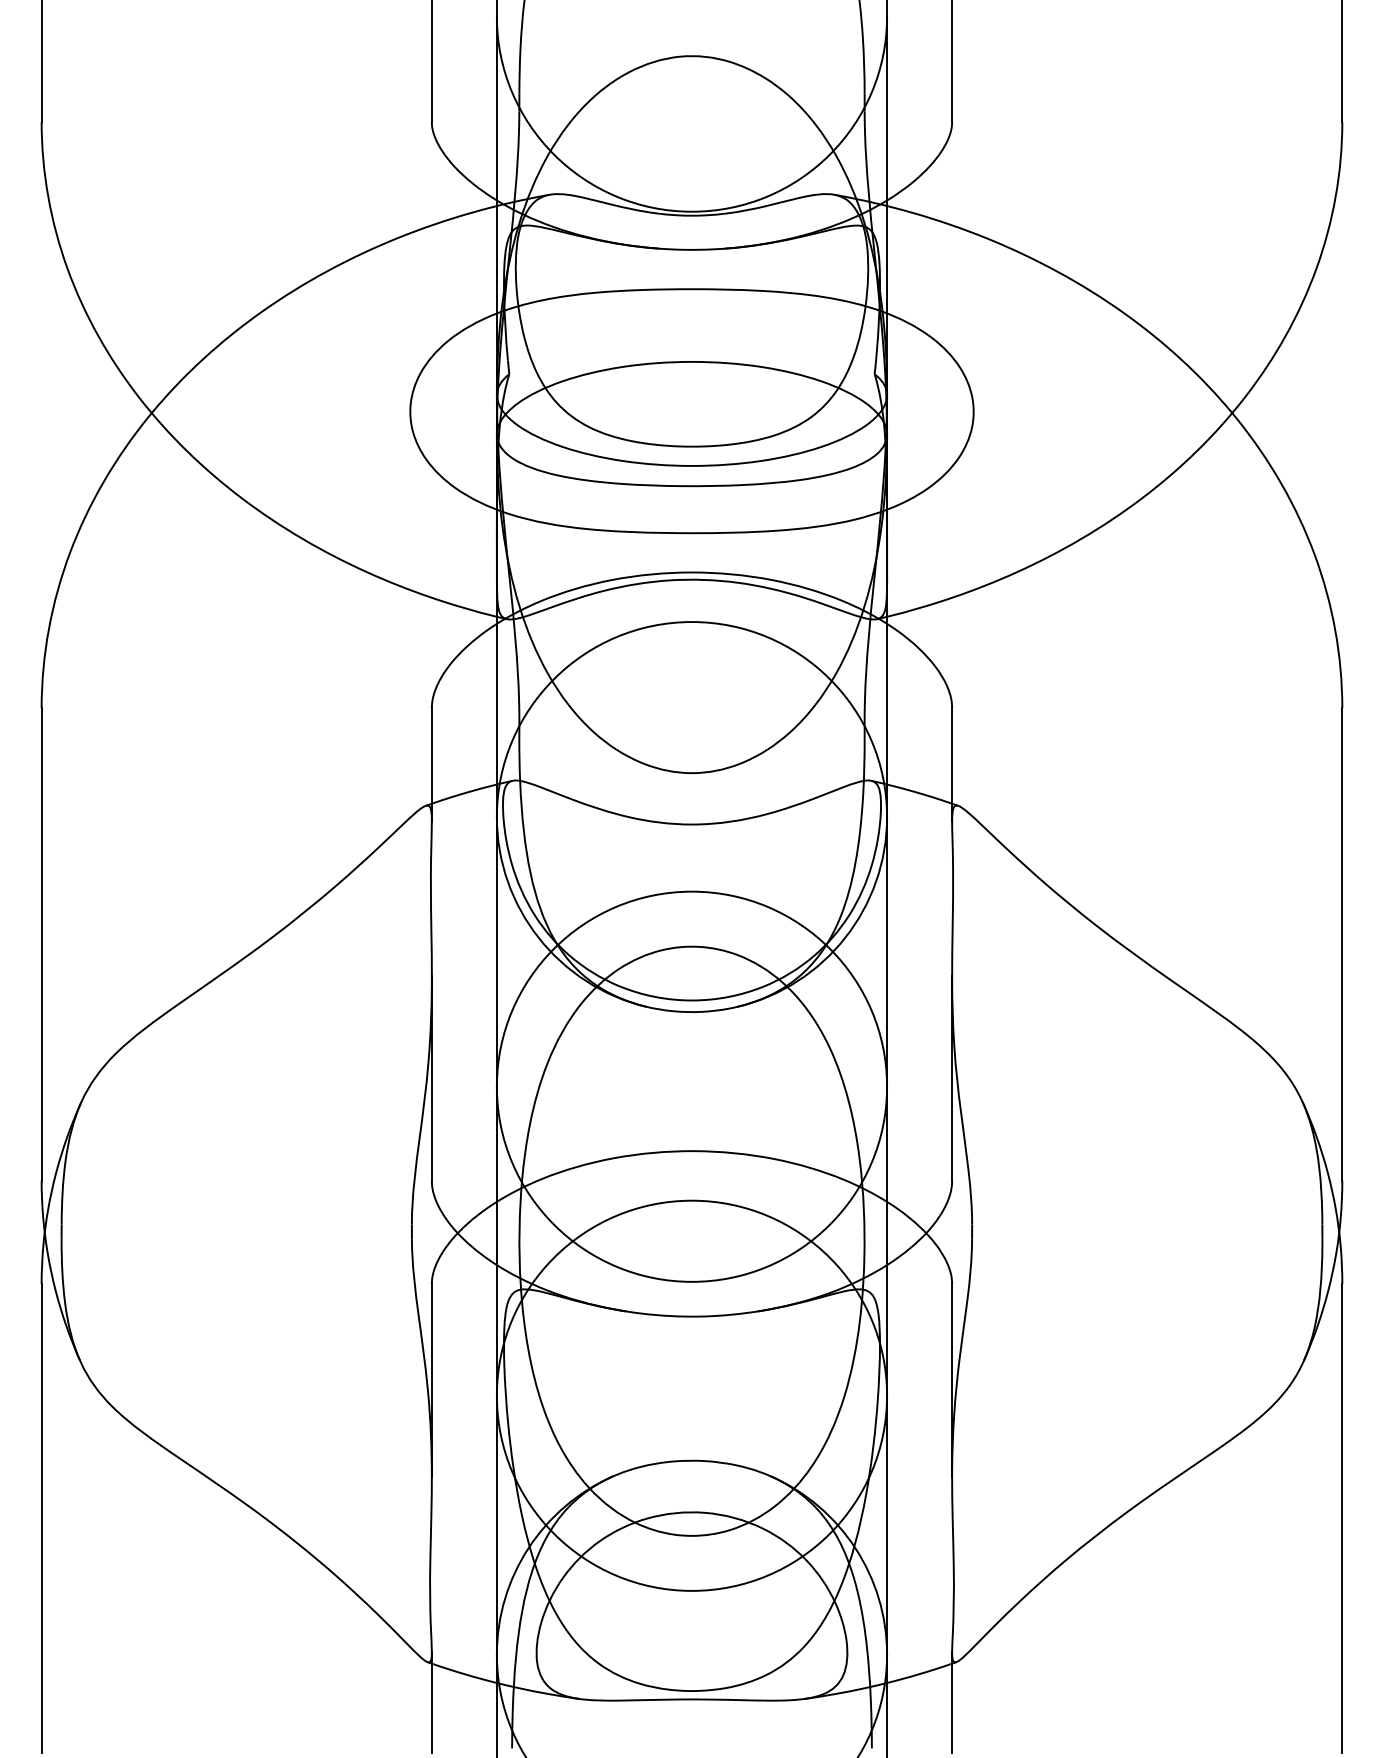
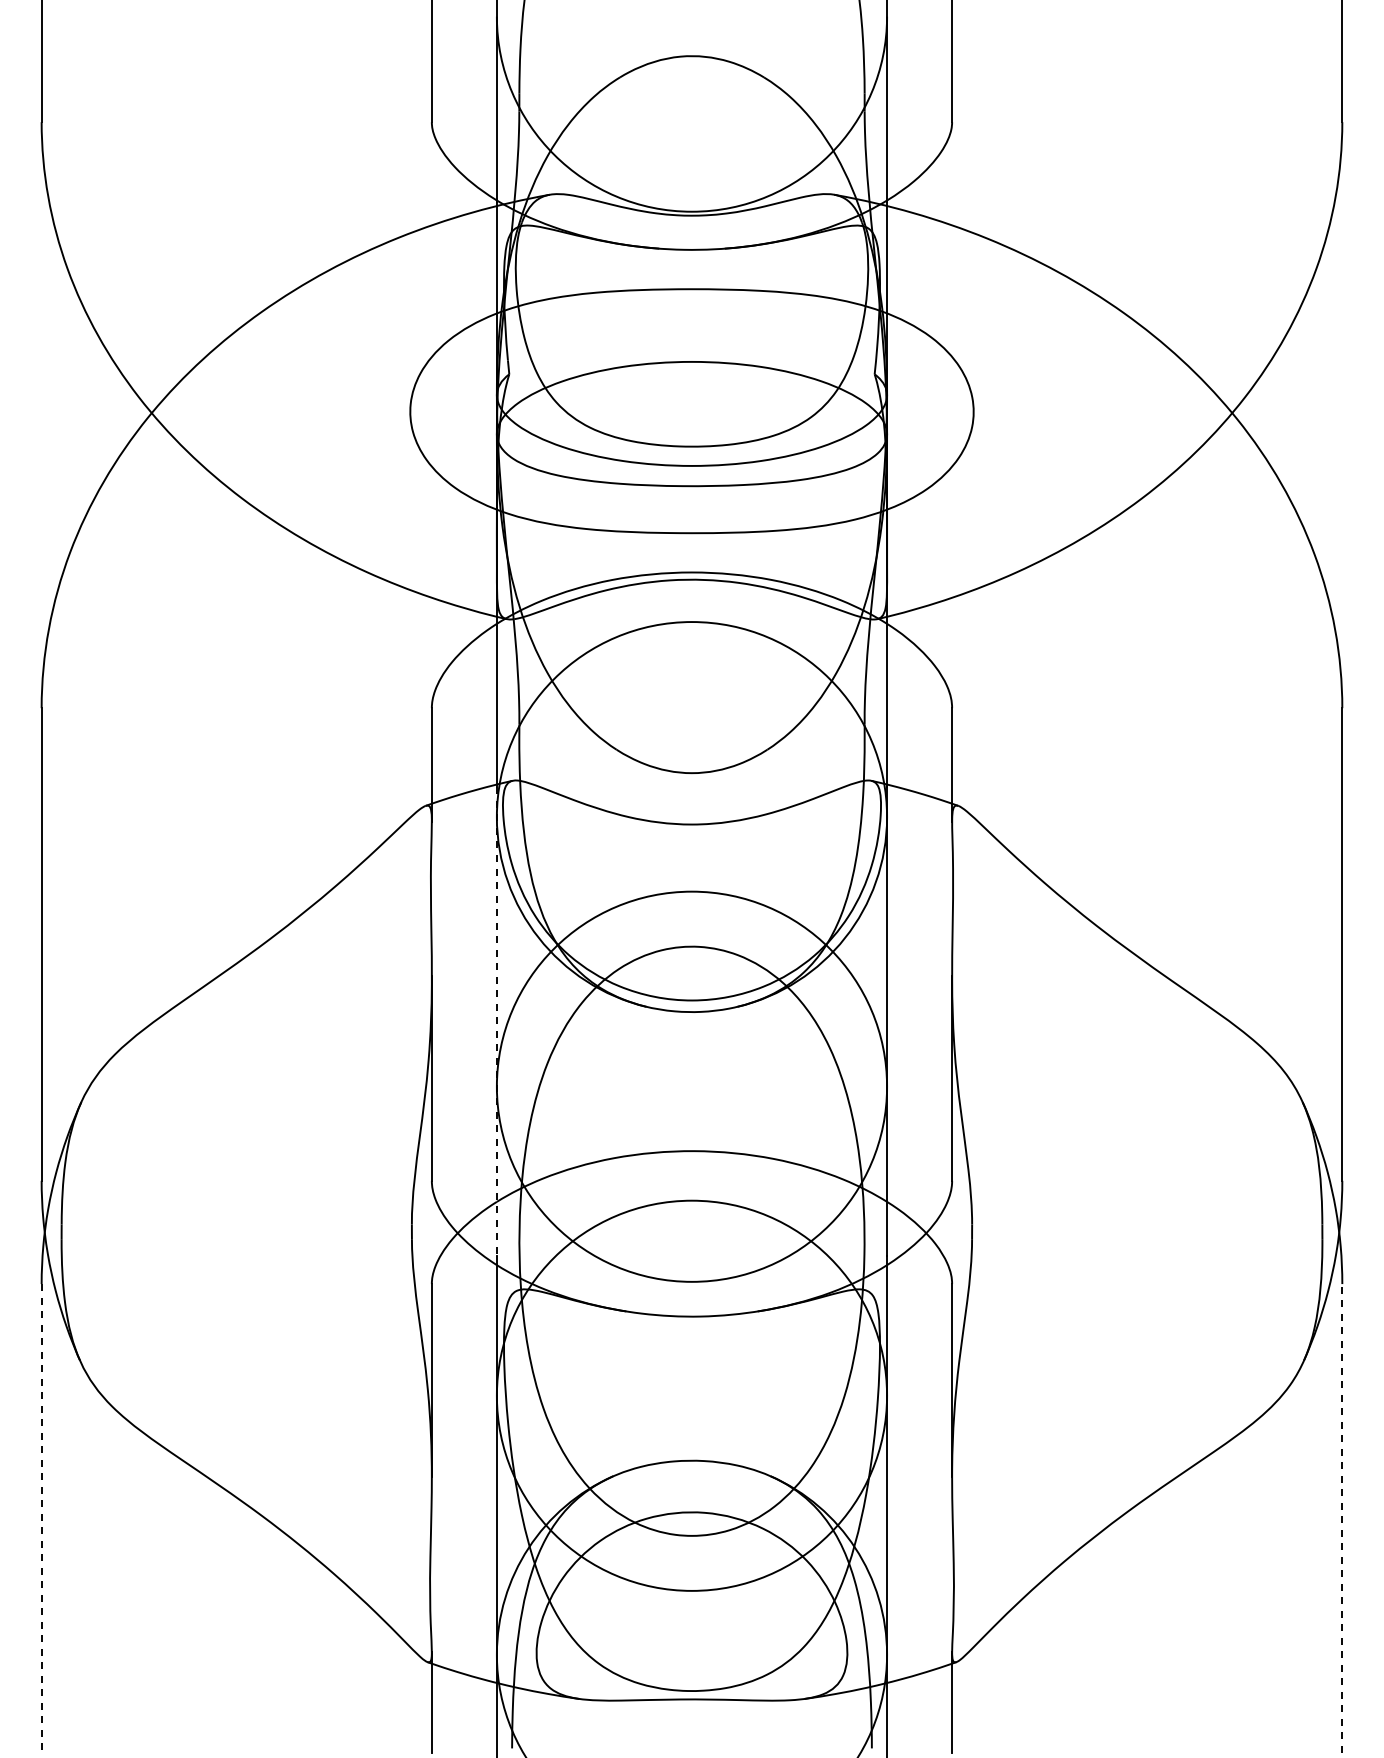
line at (496, 1022): solid -> dashed
line at (1342, 1517): solid -> dashed
line at (41, 1518): solid -> dashed
